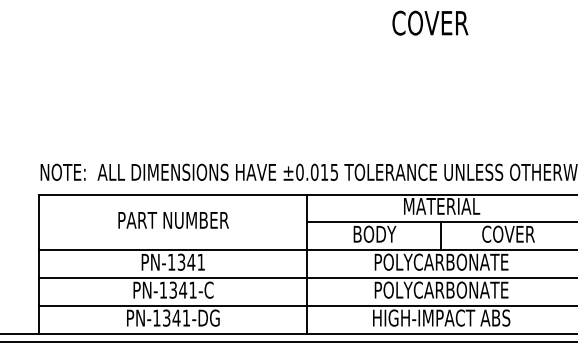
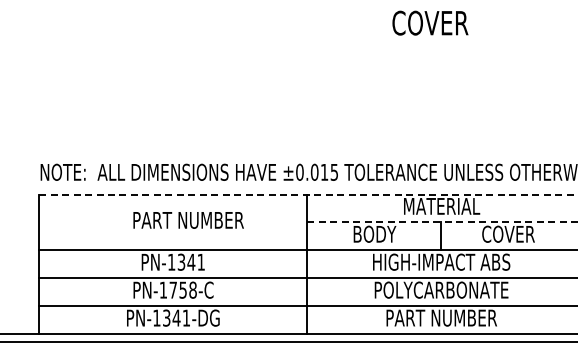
line at (309, 194): solid -> dashed
text at (173, 220) position: (173, 220) -> (188, 220)
line at (443, 222): solid -> dashed
text at (441, 261): POLYCARBONATE -> HIGH-IMPACT ABS
text at (182, 289): PN-1341-C -> PN-1758-C
text at (441, 317): HIGH-IMPACT ABS -> PART NUMBER
